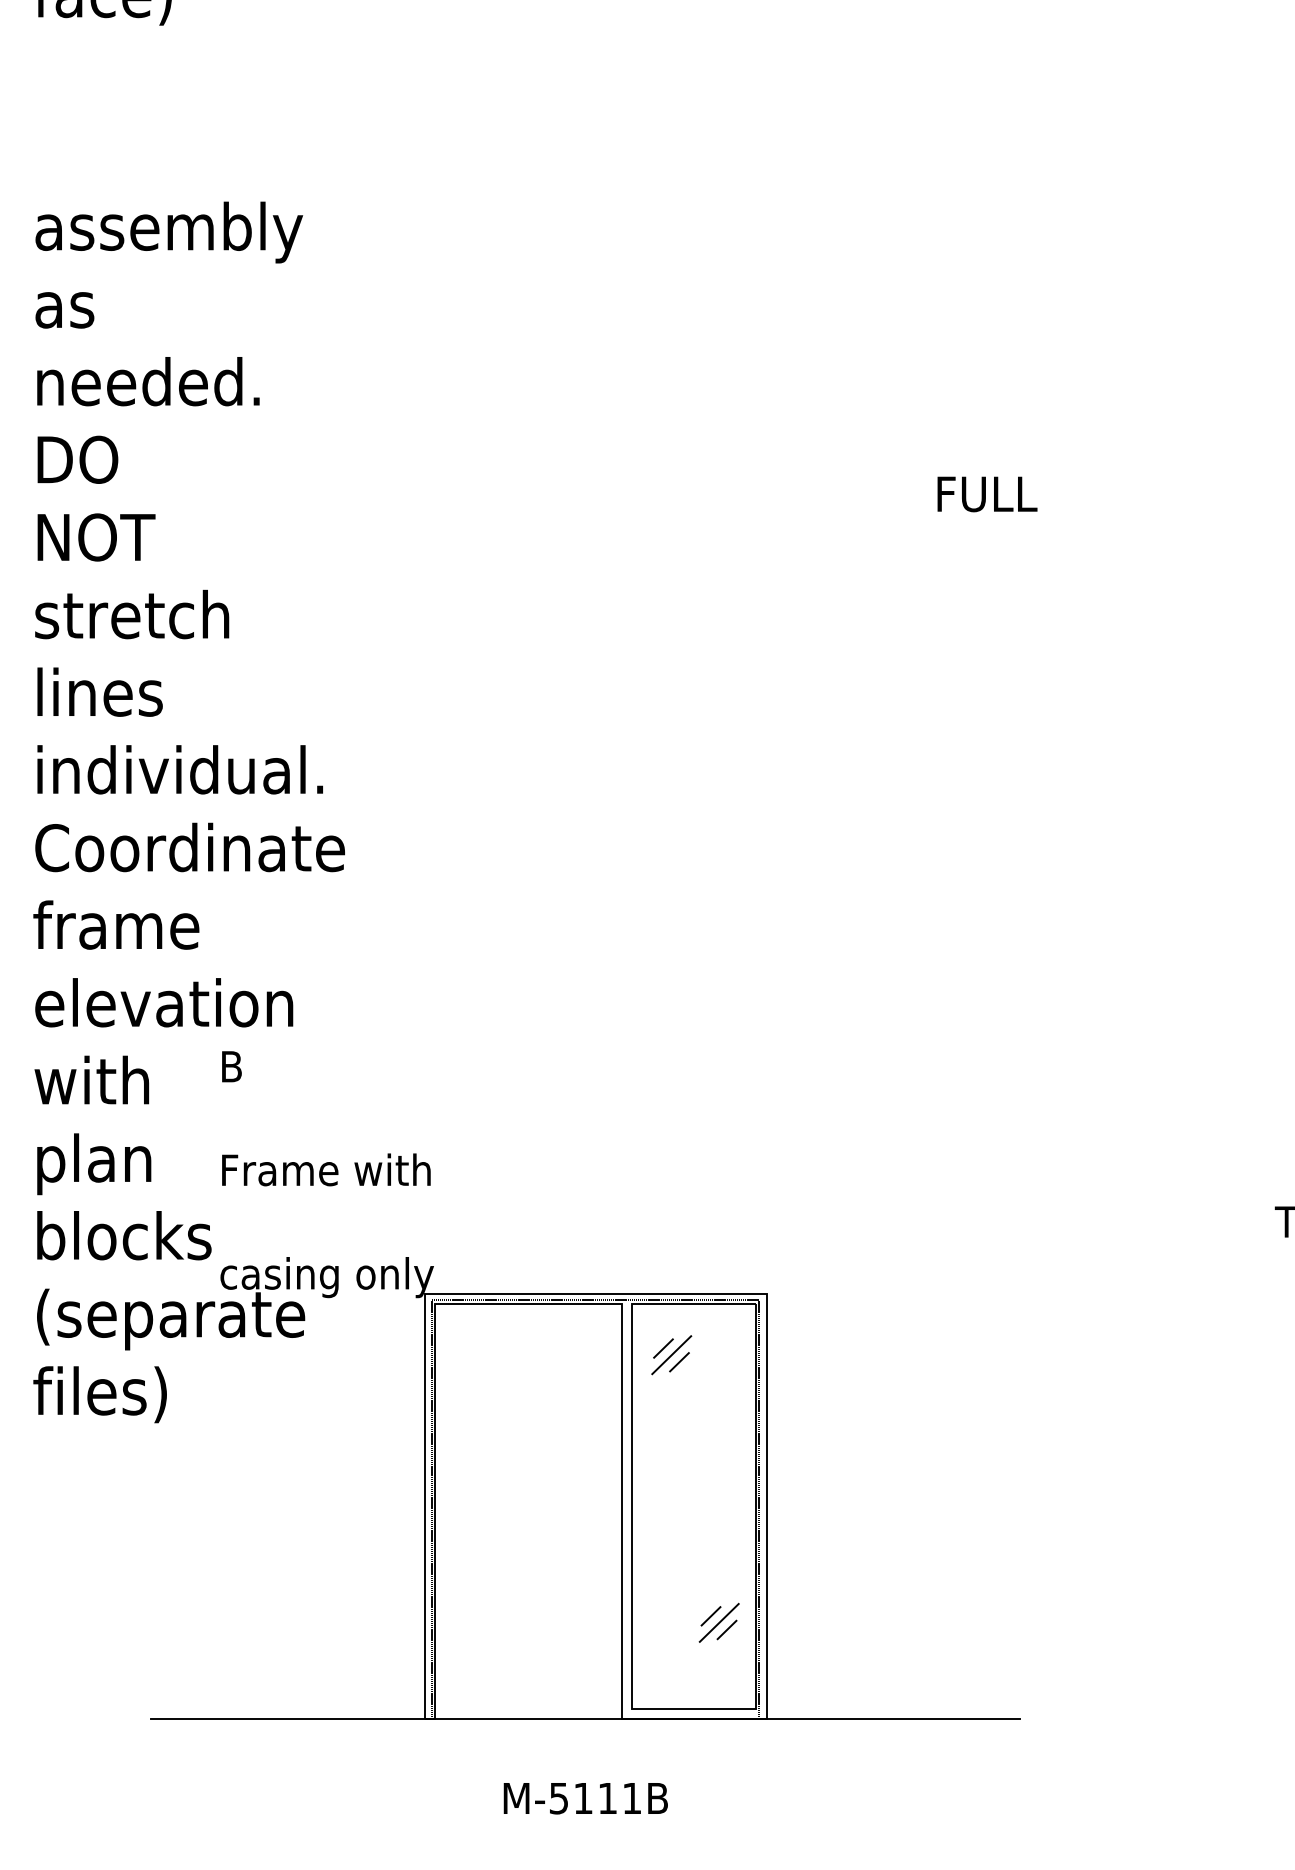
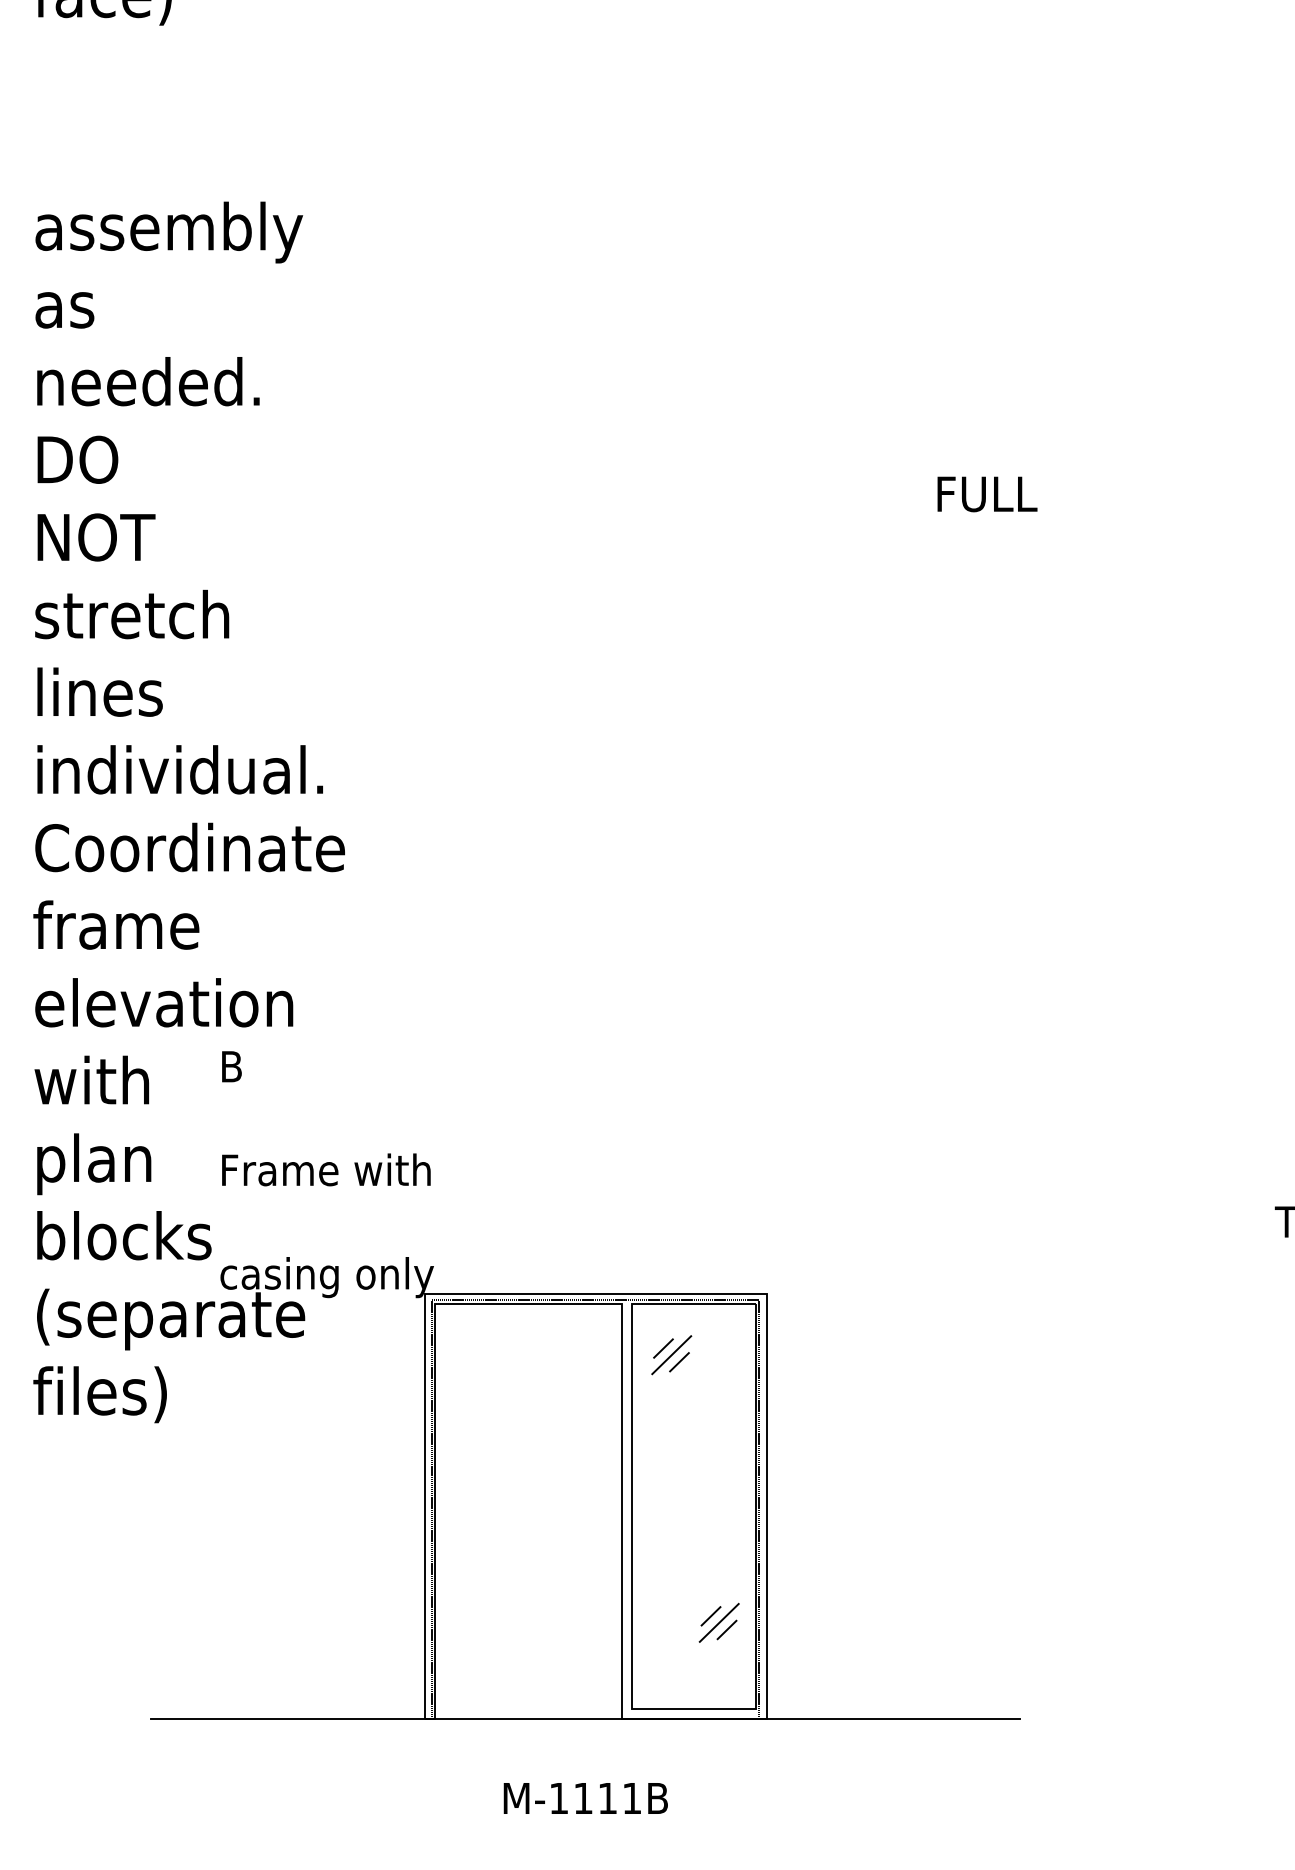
text at (558, 1798): M-5111B -> M-1111B
